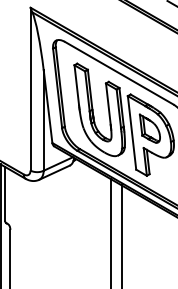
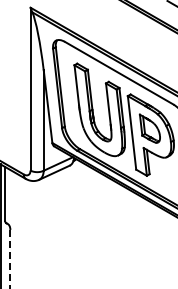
line at (110, 232): present -> none
line at (121, 235): present -> none
line at (10, 259): solid -> dashed
